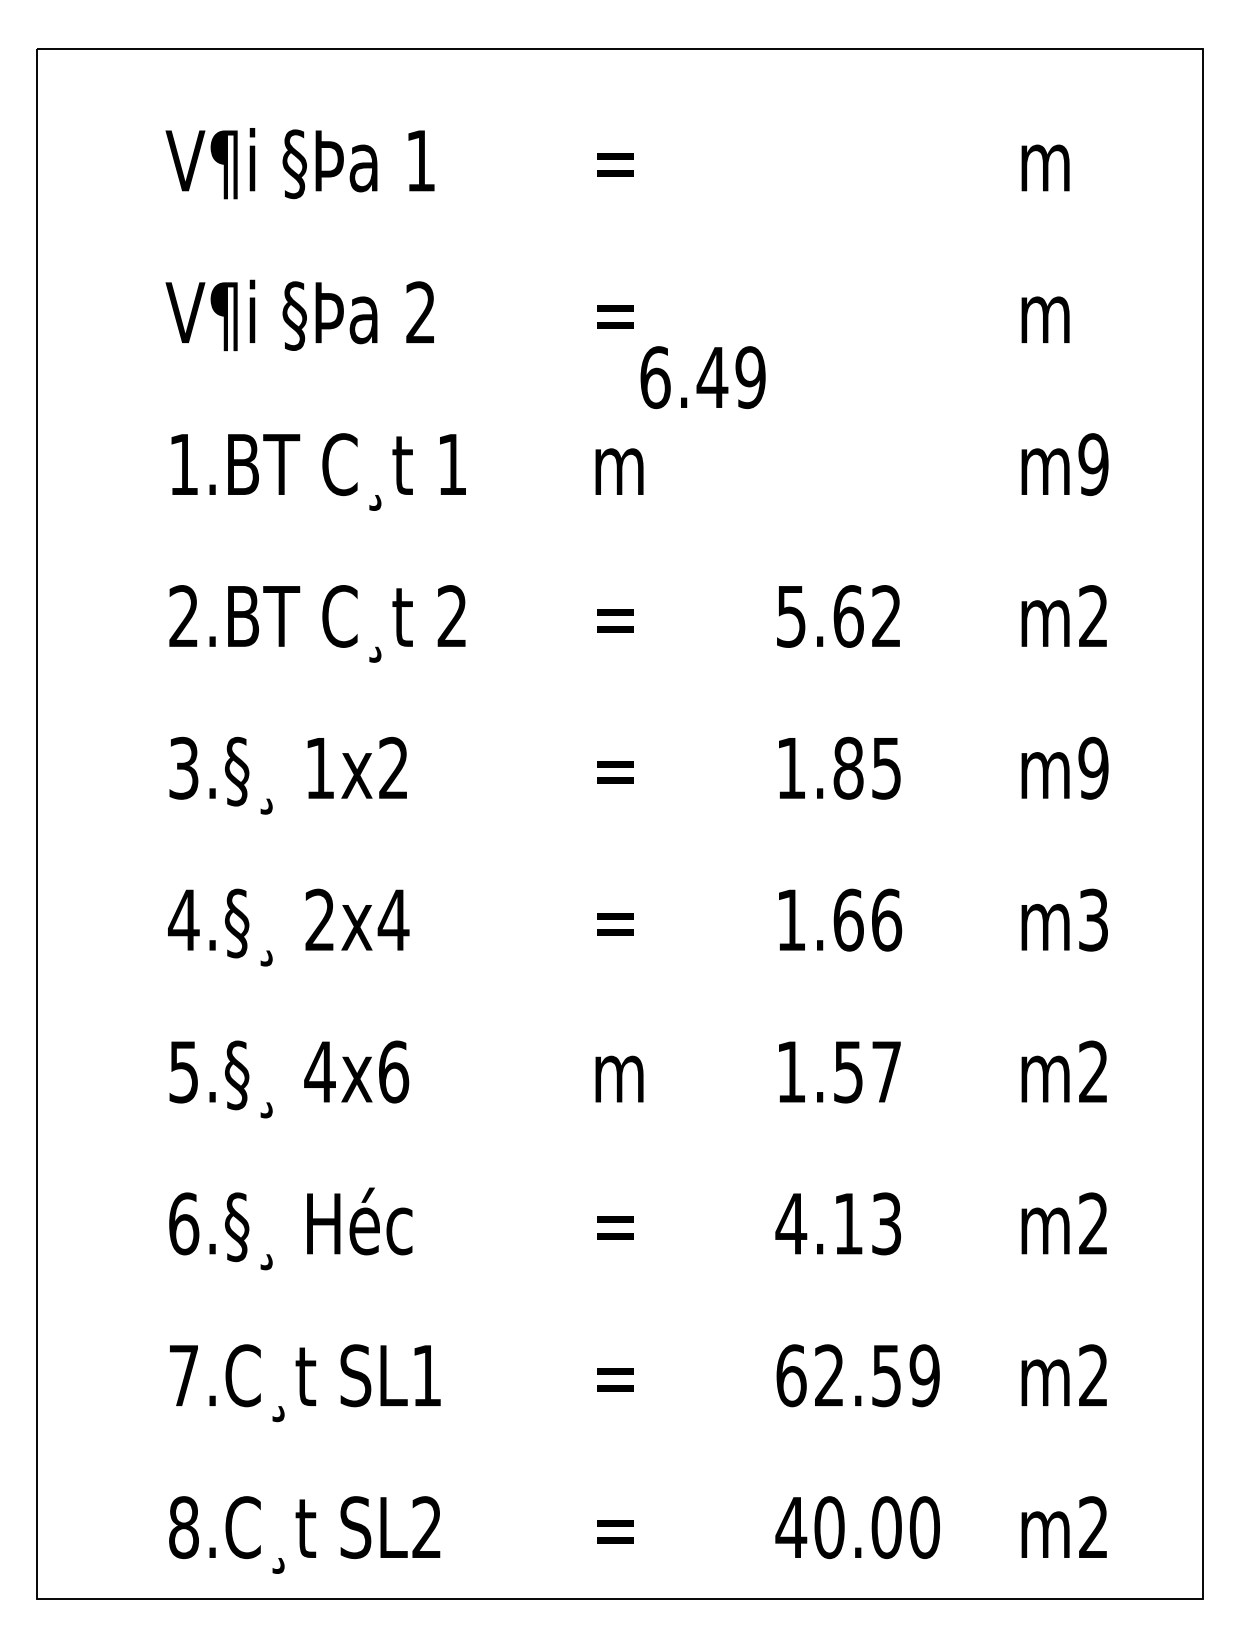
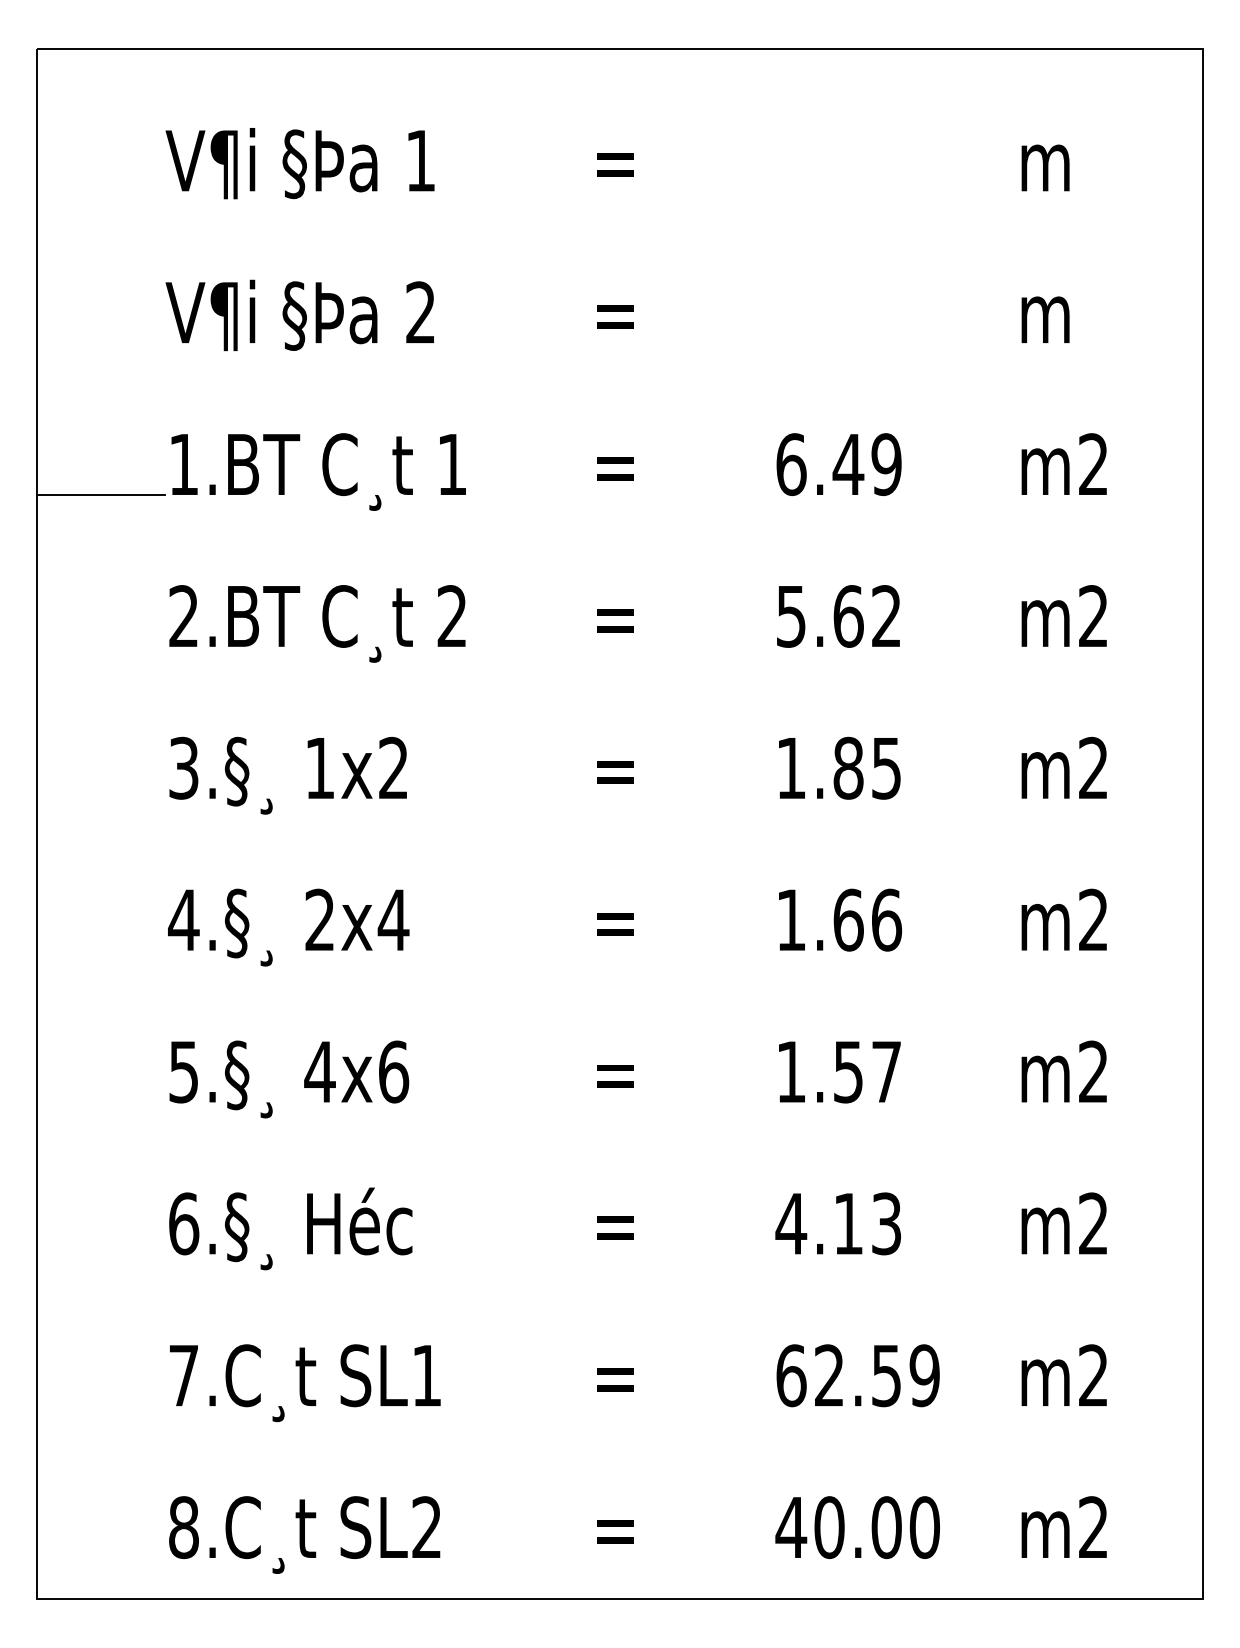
text at (702, 377) position: (702, 377) -> (838, 464)
text at (1093, 464): m9 -> m2
text at (619, 471): m -> =
line at (100, 494): none -> present
text at (1093, 768): m9 -> m2
text at (1093, 919): m3 -> m2
text at (619, 1078): m -> =
